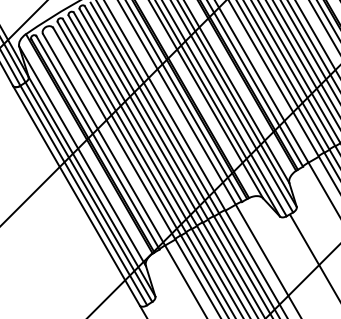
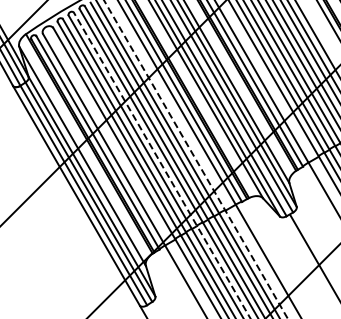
line at (323, 26): present -> none
line at (195, 159): solid -> dashed
line at (162, 165): solid -> dashed
